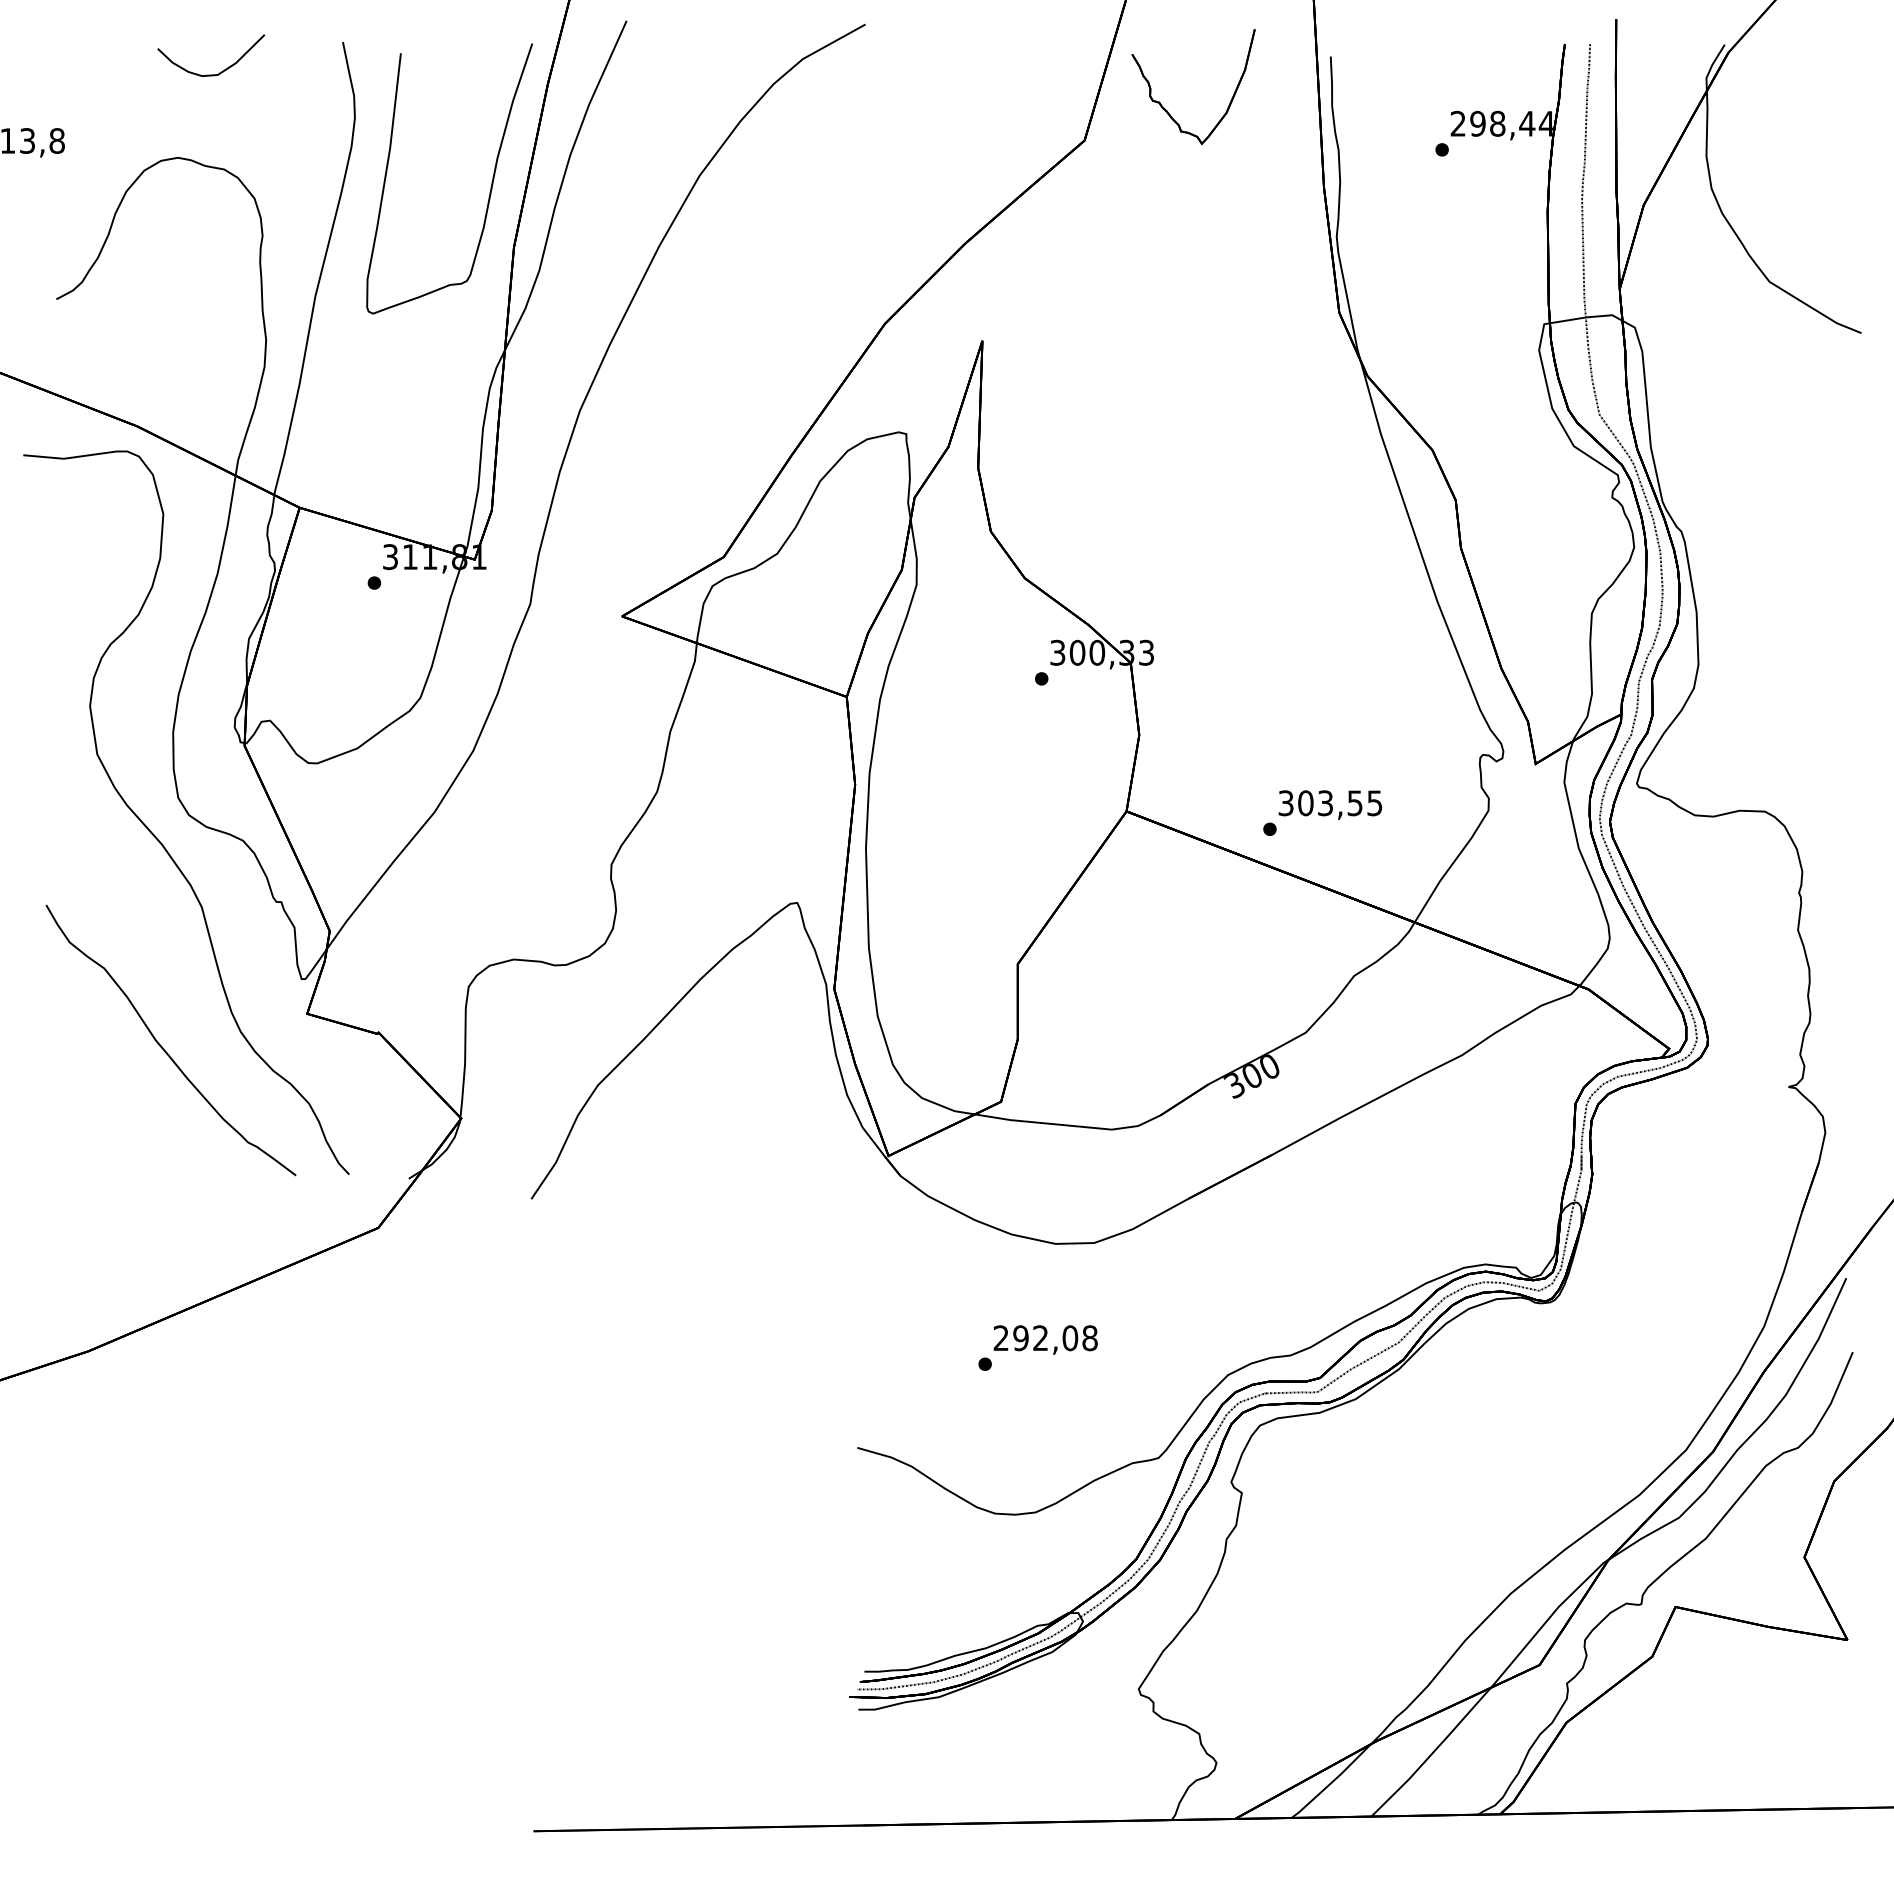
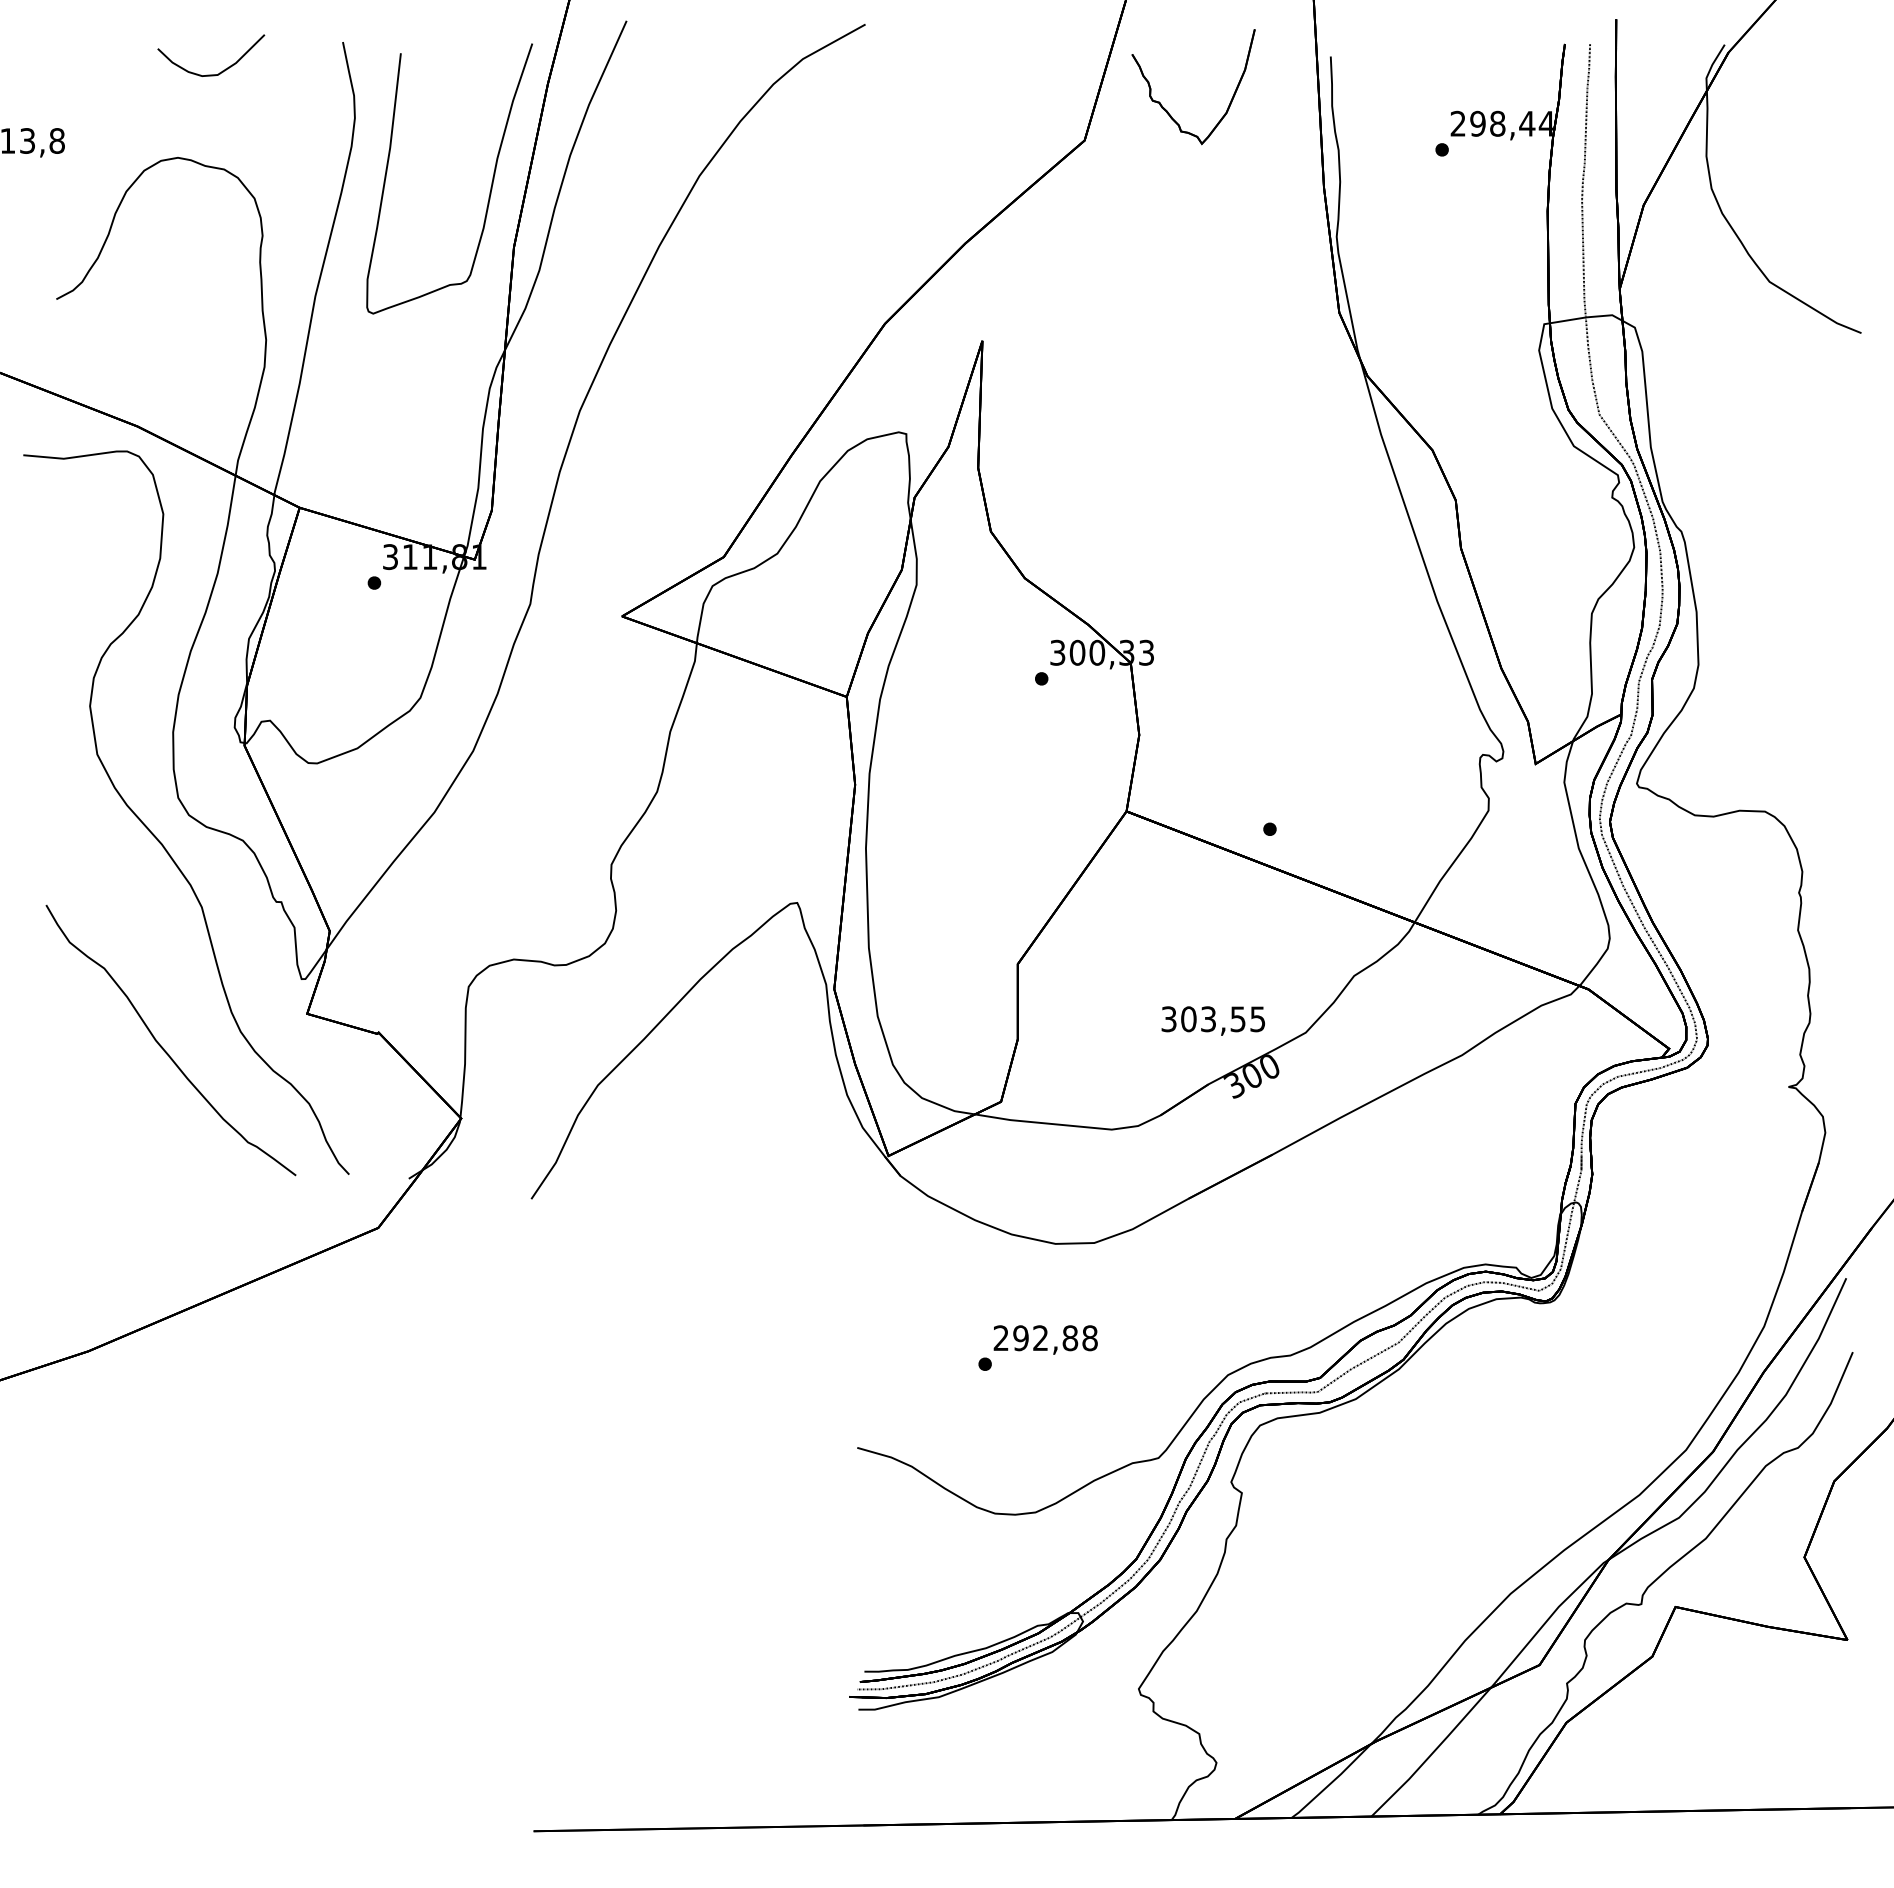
text at (1329, 804) position: (1329, 804) -> (1212, 1020)
text at (1070, 1337): 292,08 -> 292,88
